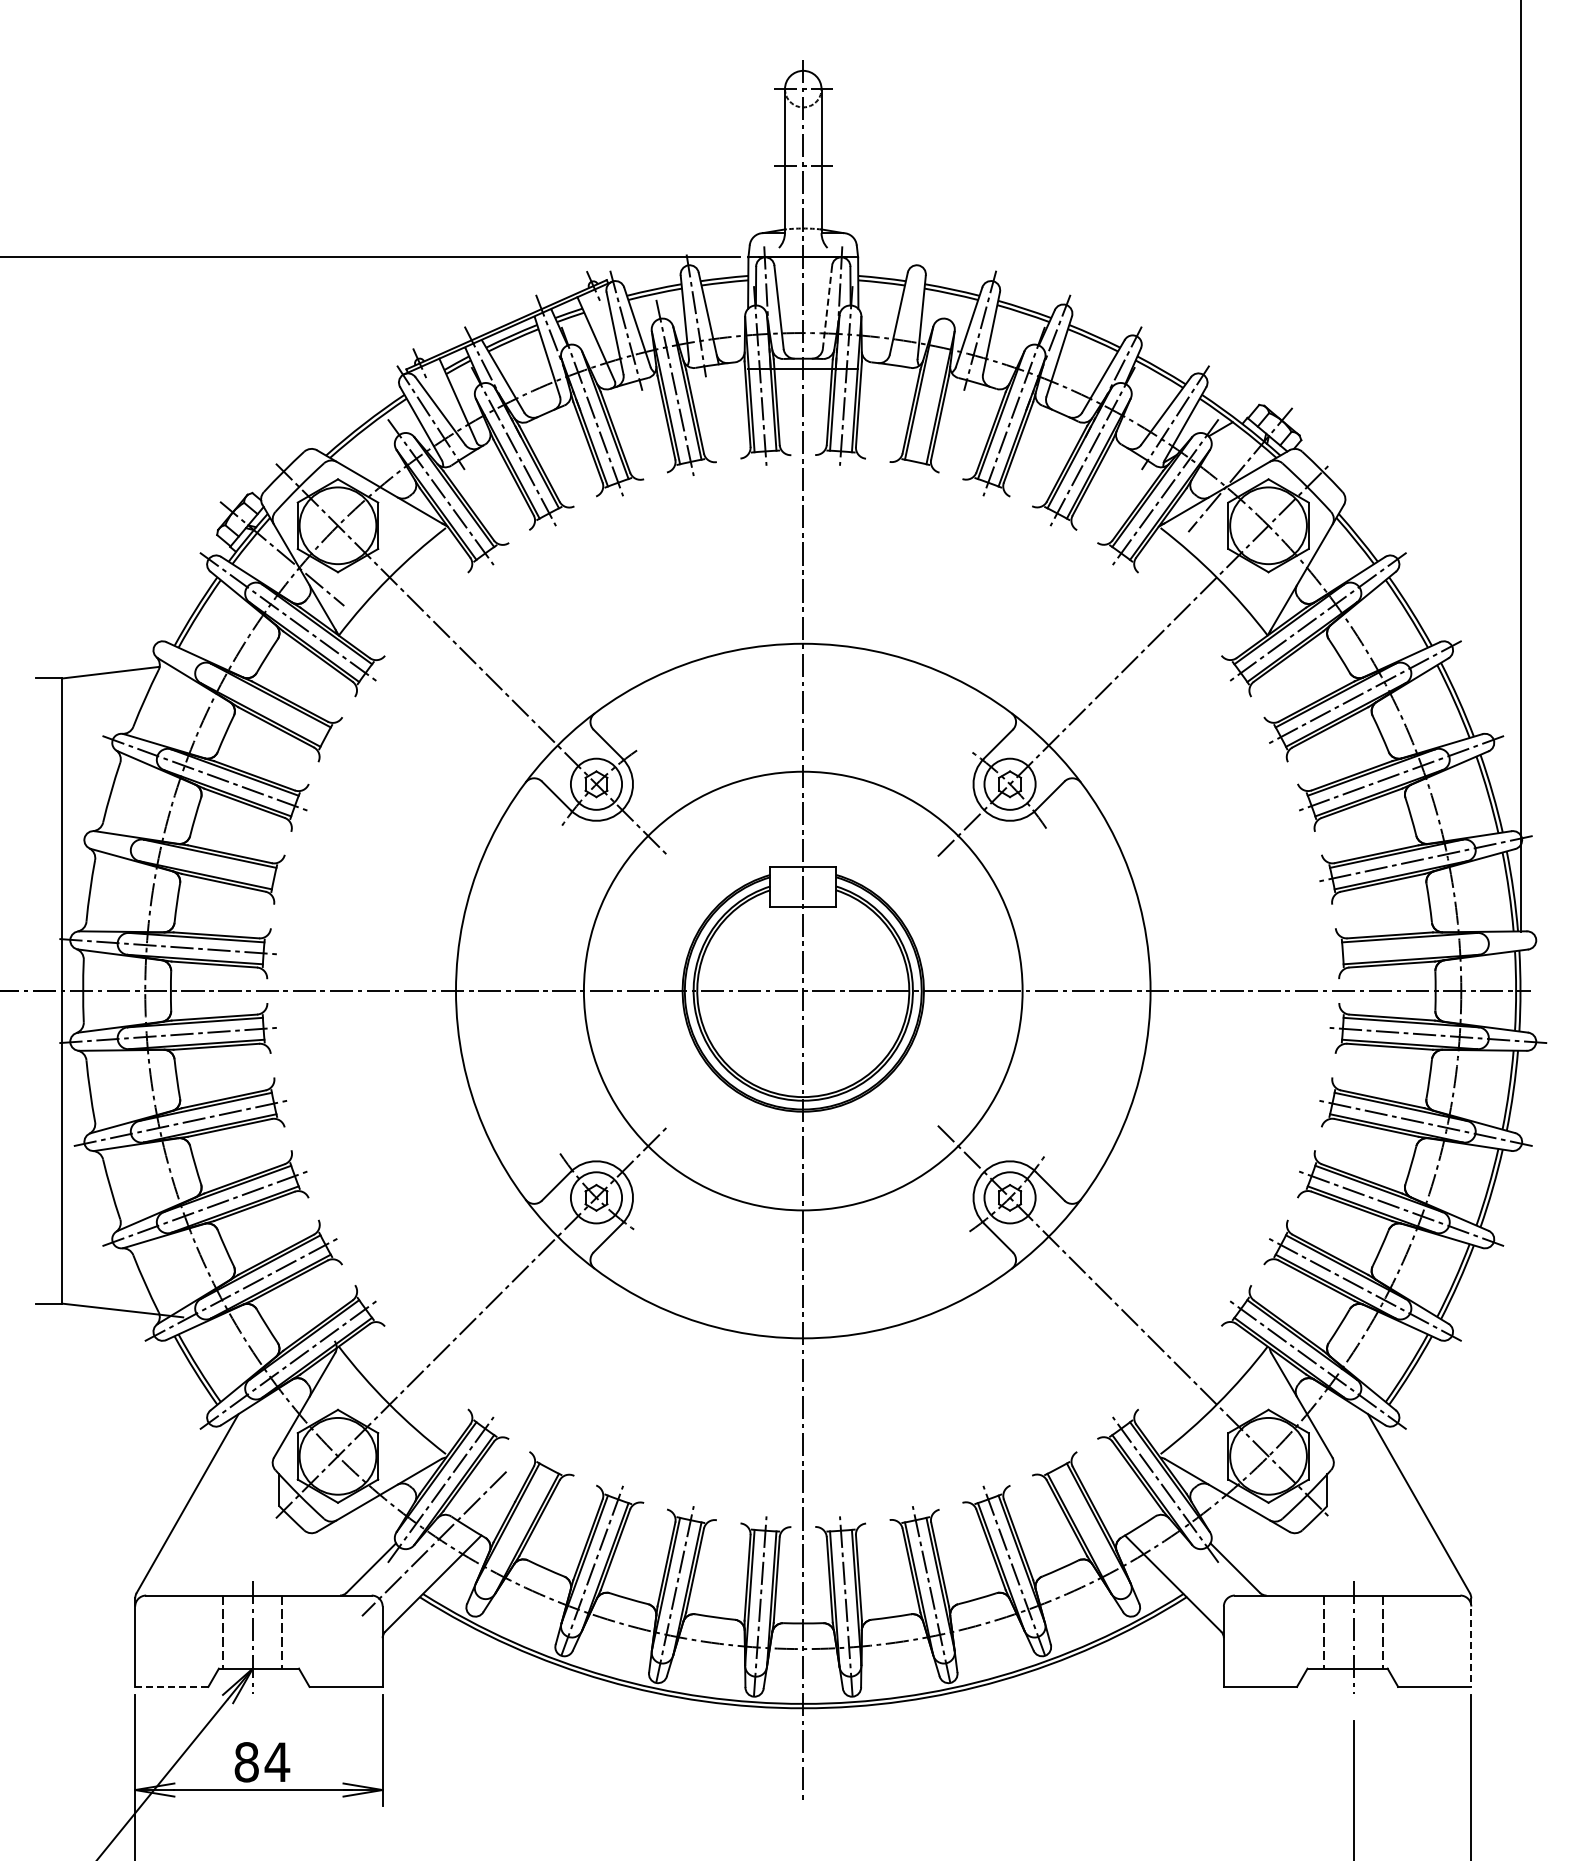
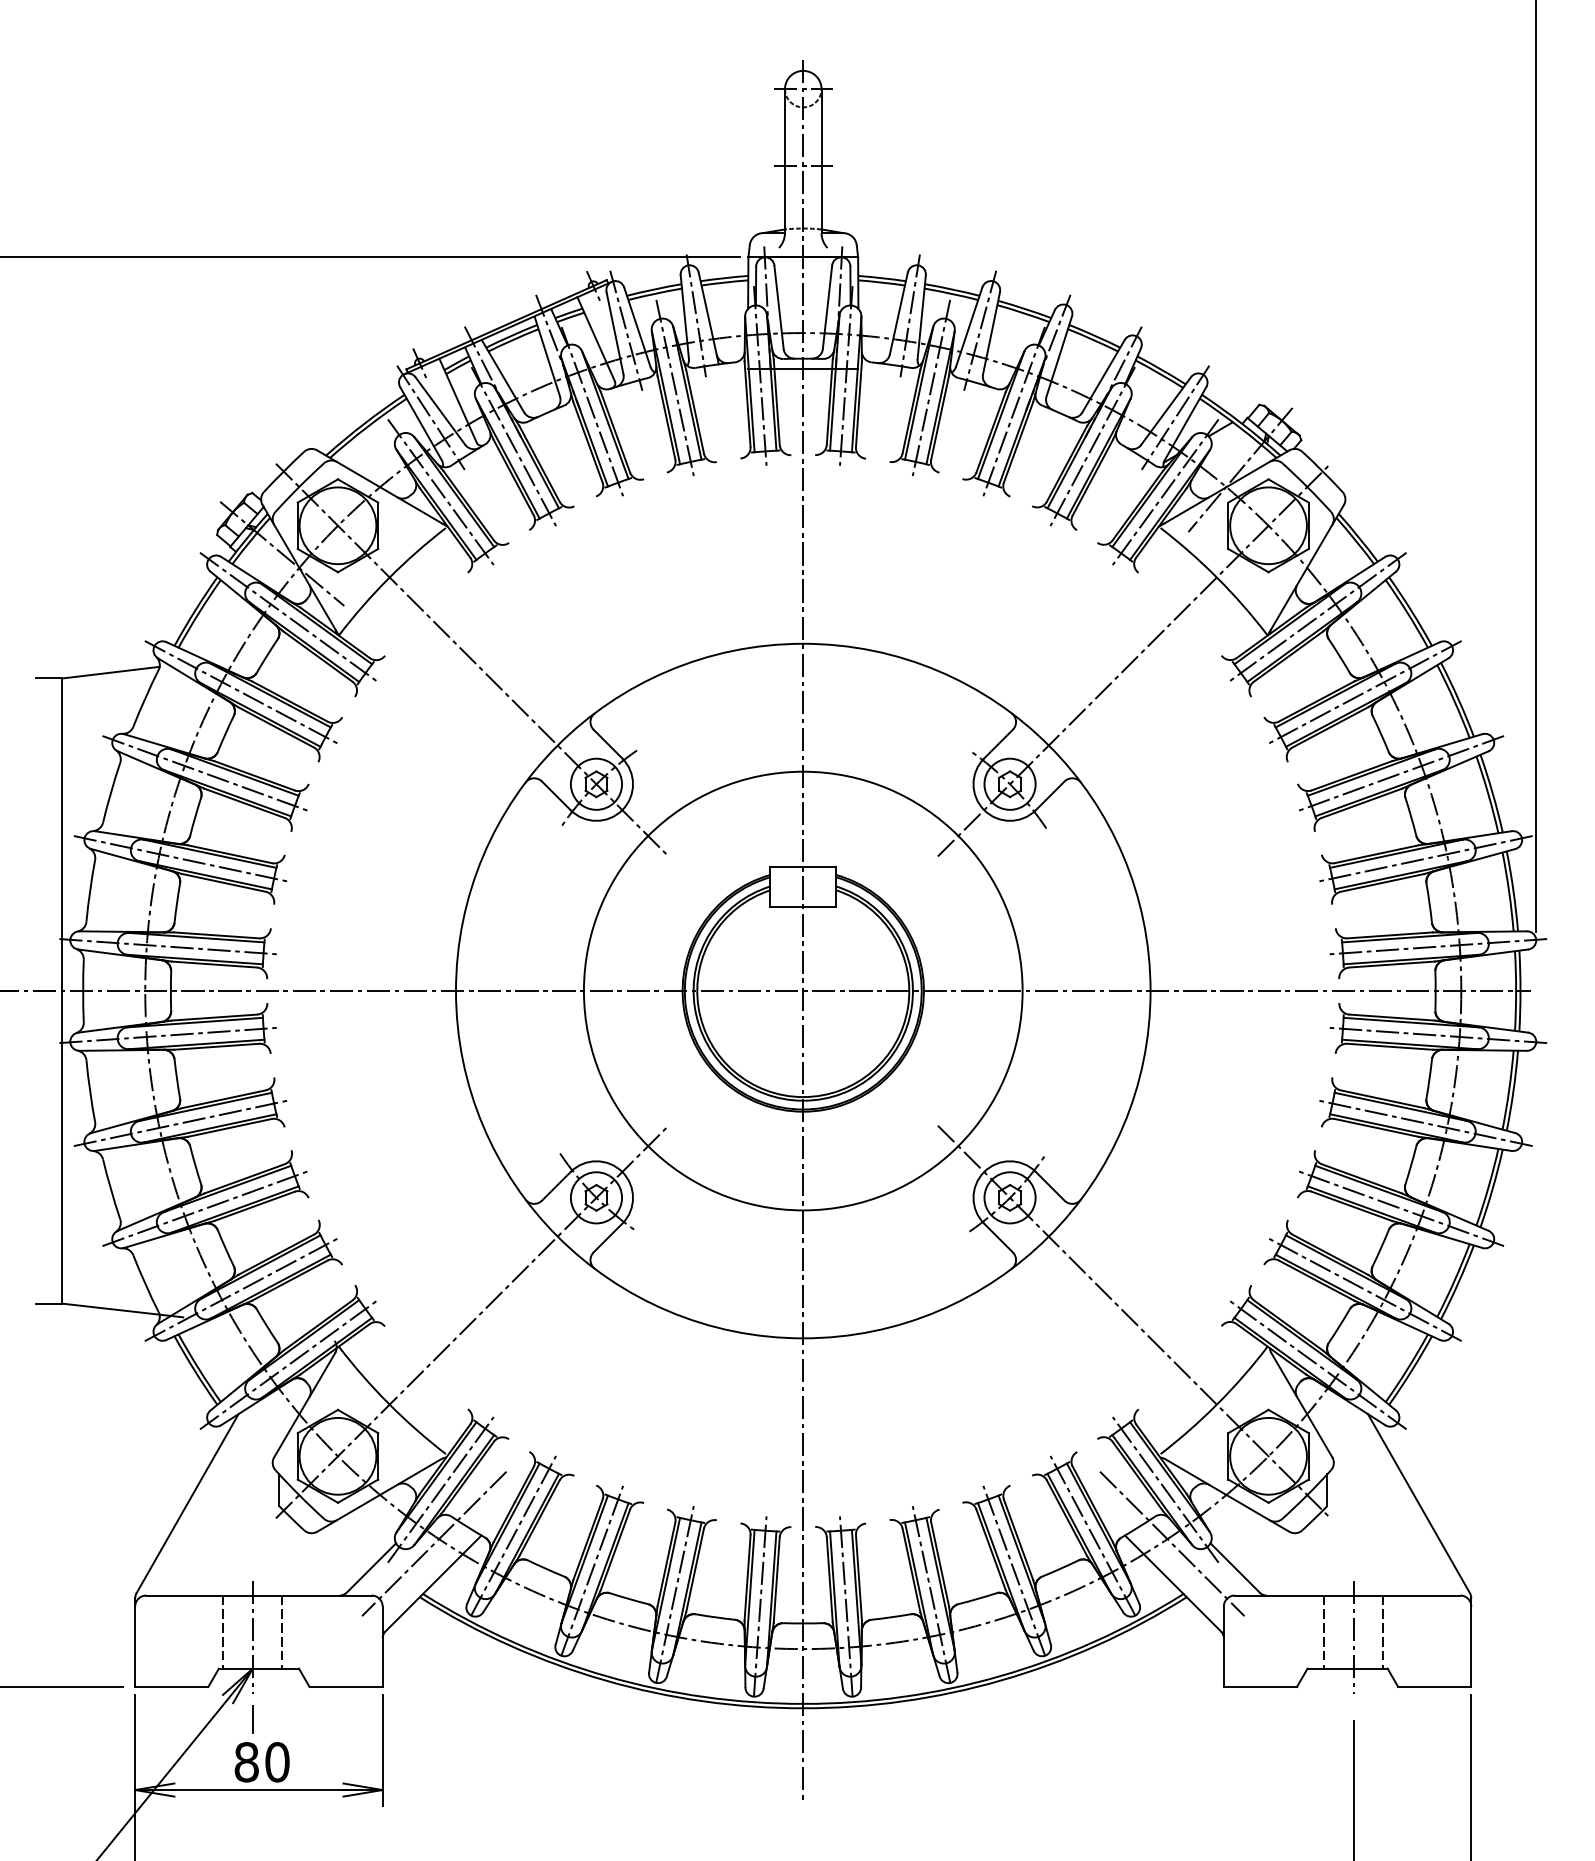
line at (827, 307): dashed -> solid
line at (909, 315): none -> present
line at (931, 387): none -> present
line at (1521, 466) position: (1521, 466) -> (1536, 466)
line at (241, 691): none -> present
line at (180, 858): none -> present
line at (1436, 946): none -> present
line at (513, 1535): none -> present
line at (1092, 1535): none -> present
line at (1172, 1543): none -> present
line at (1471, 1643): dashed -> solid
line at (62, 1686): none -> present
line at (171, 1686): dashed -> solid
line at (252, 1719): none -> present
text at (277, 1762): 84 -> 80
